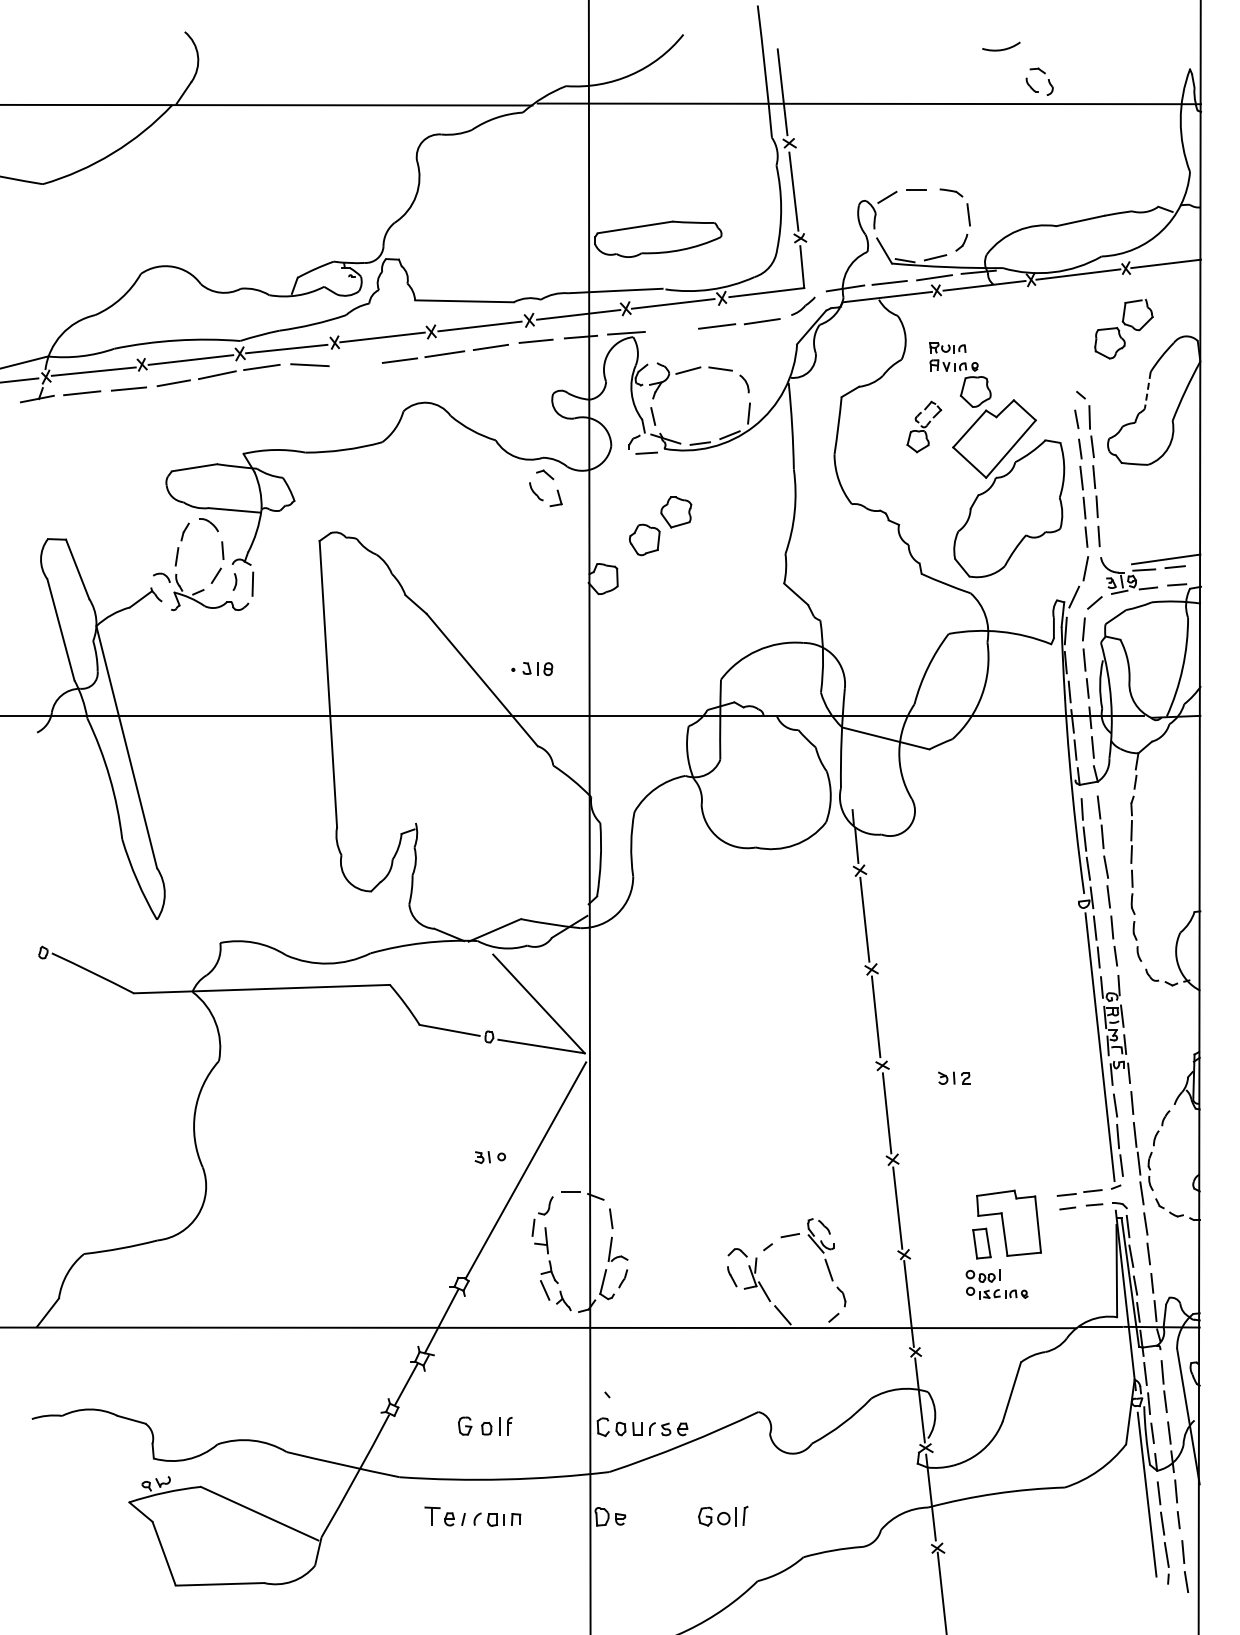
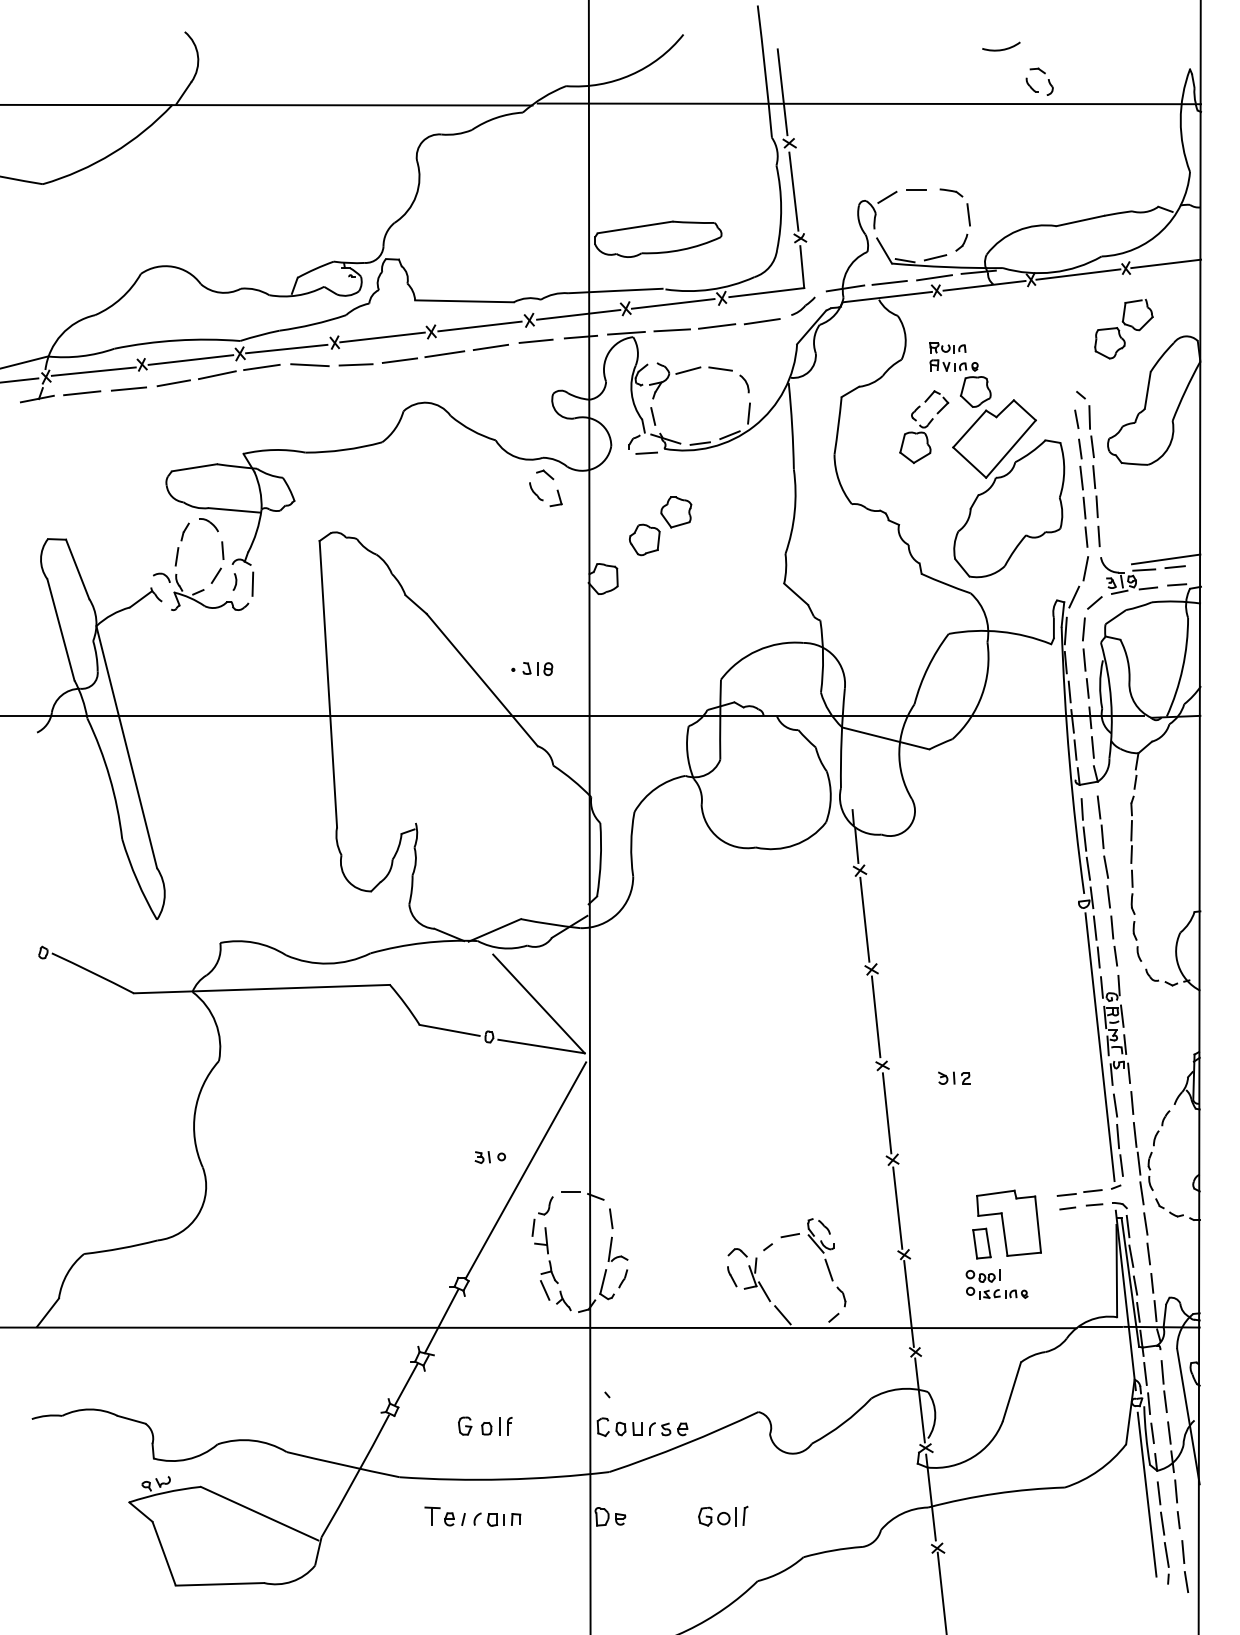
line at (672, 330): none -> present
line at (355, 364): none -> present
line at (1147, 390): dashed -> solid
part at (924, 426) size: 37x54 px -> 51x74 px
